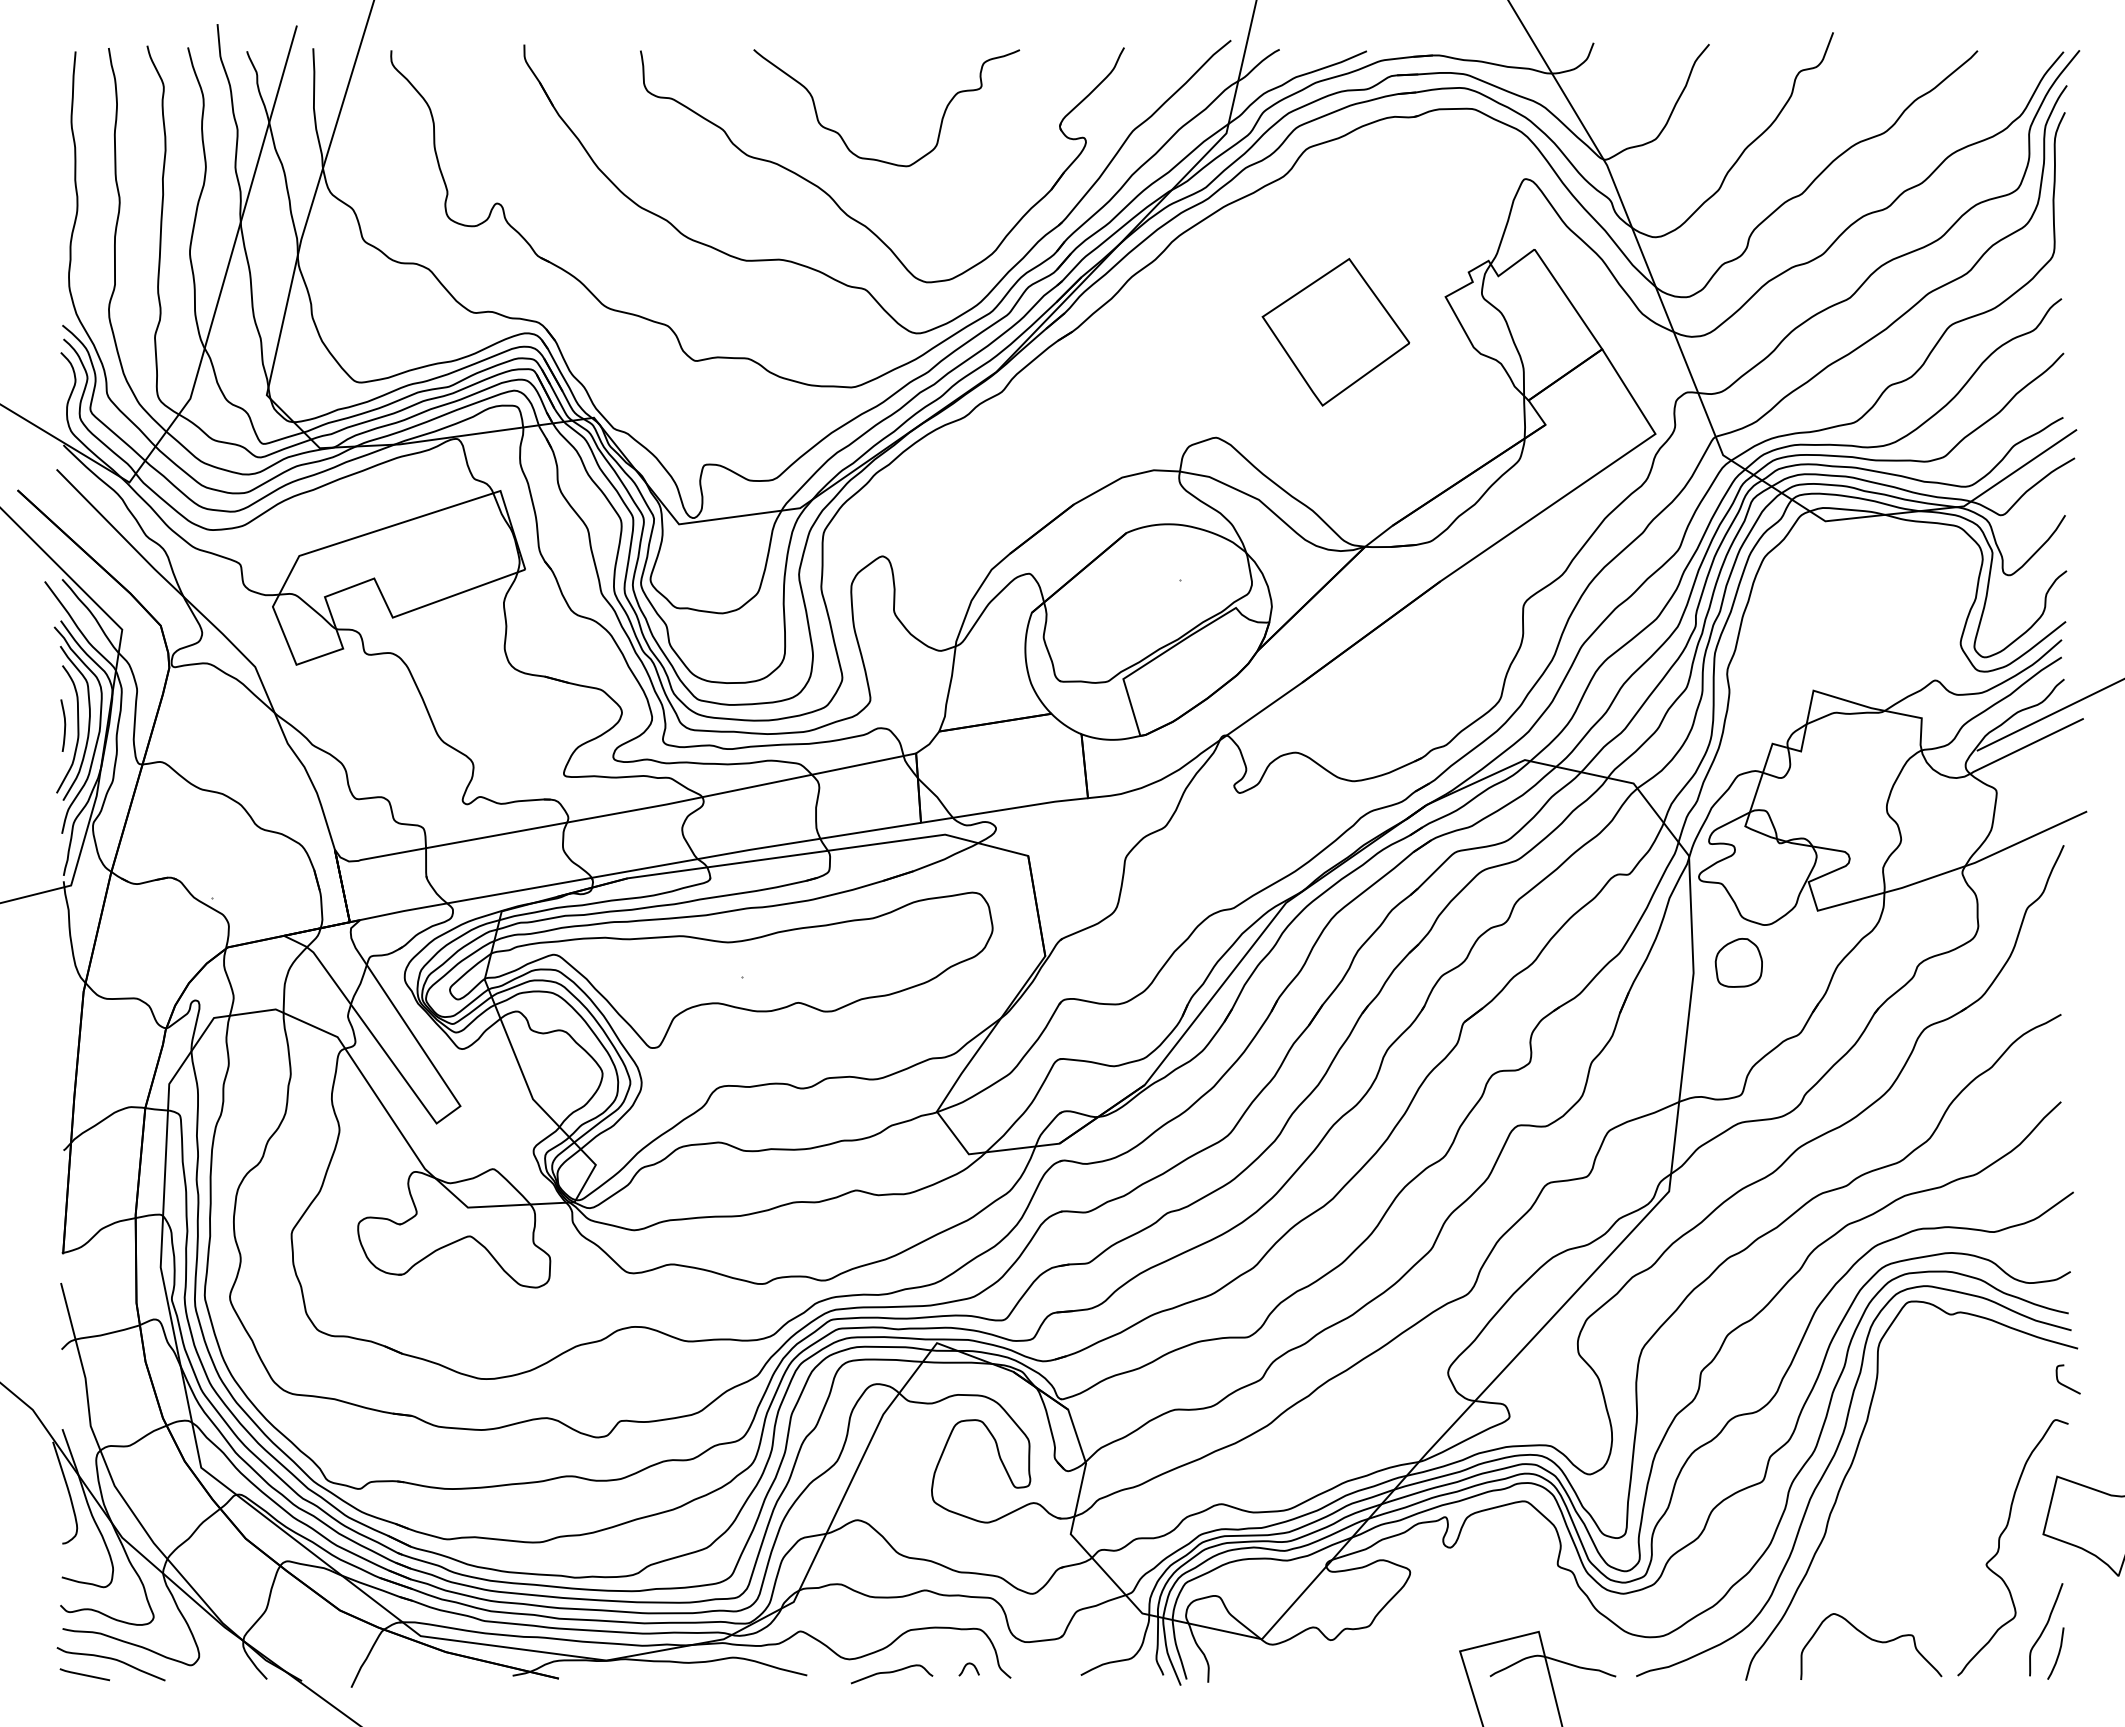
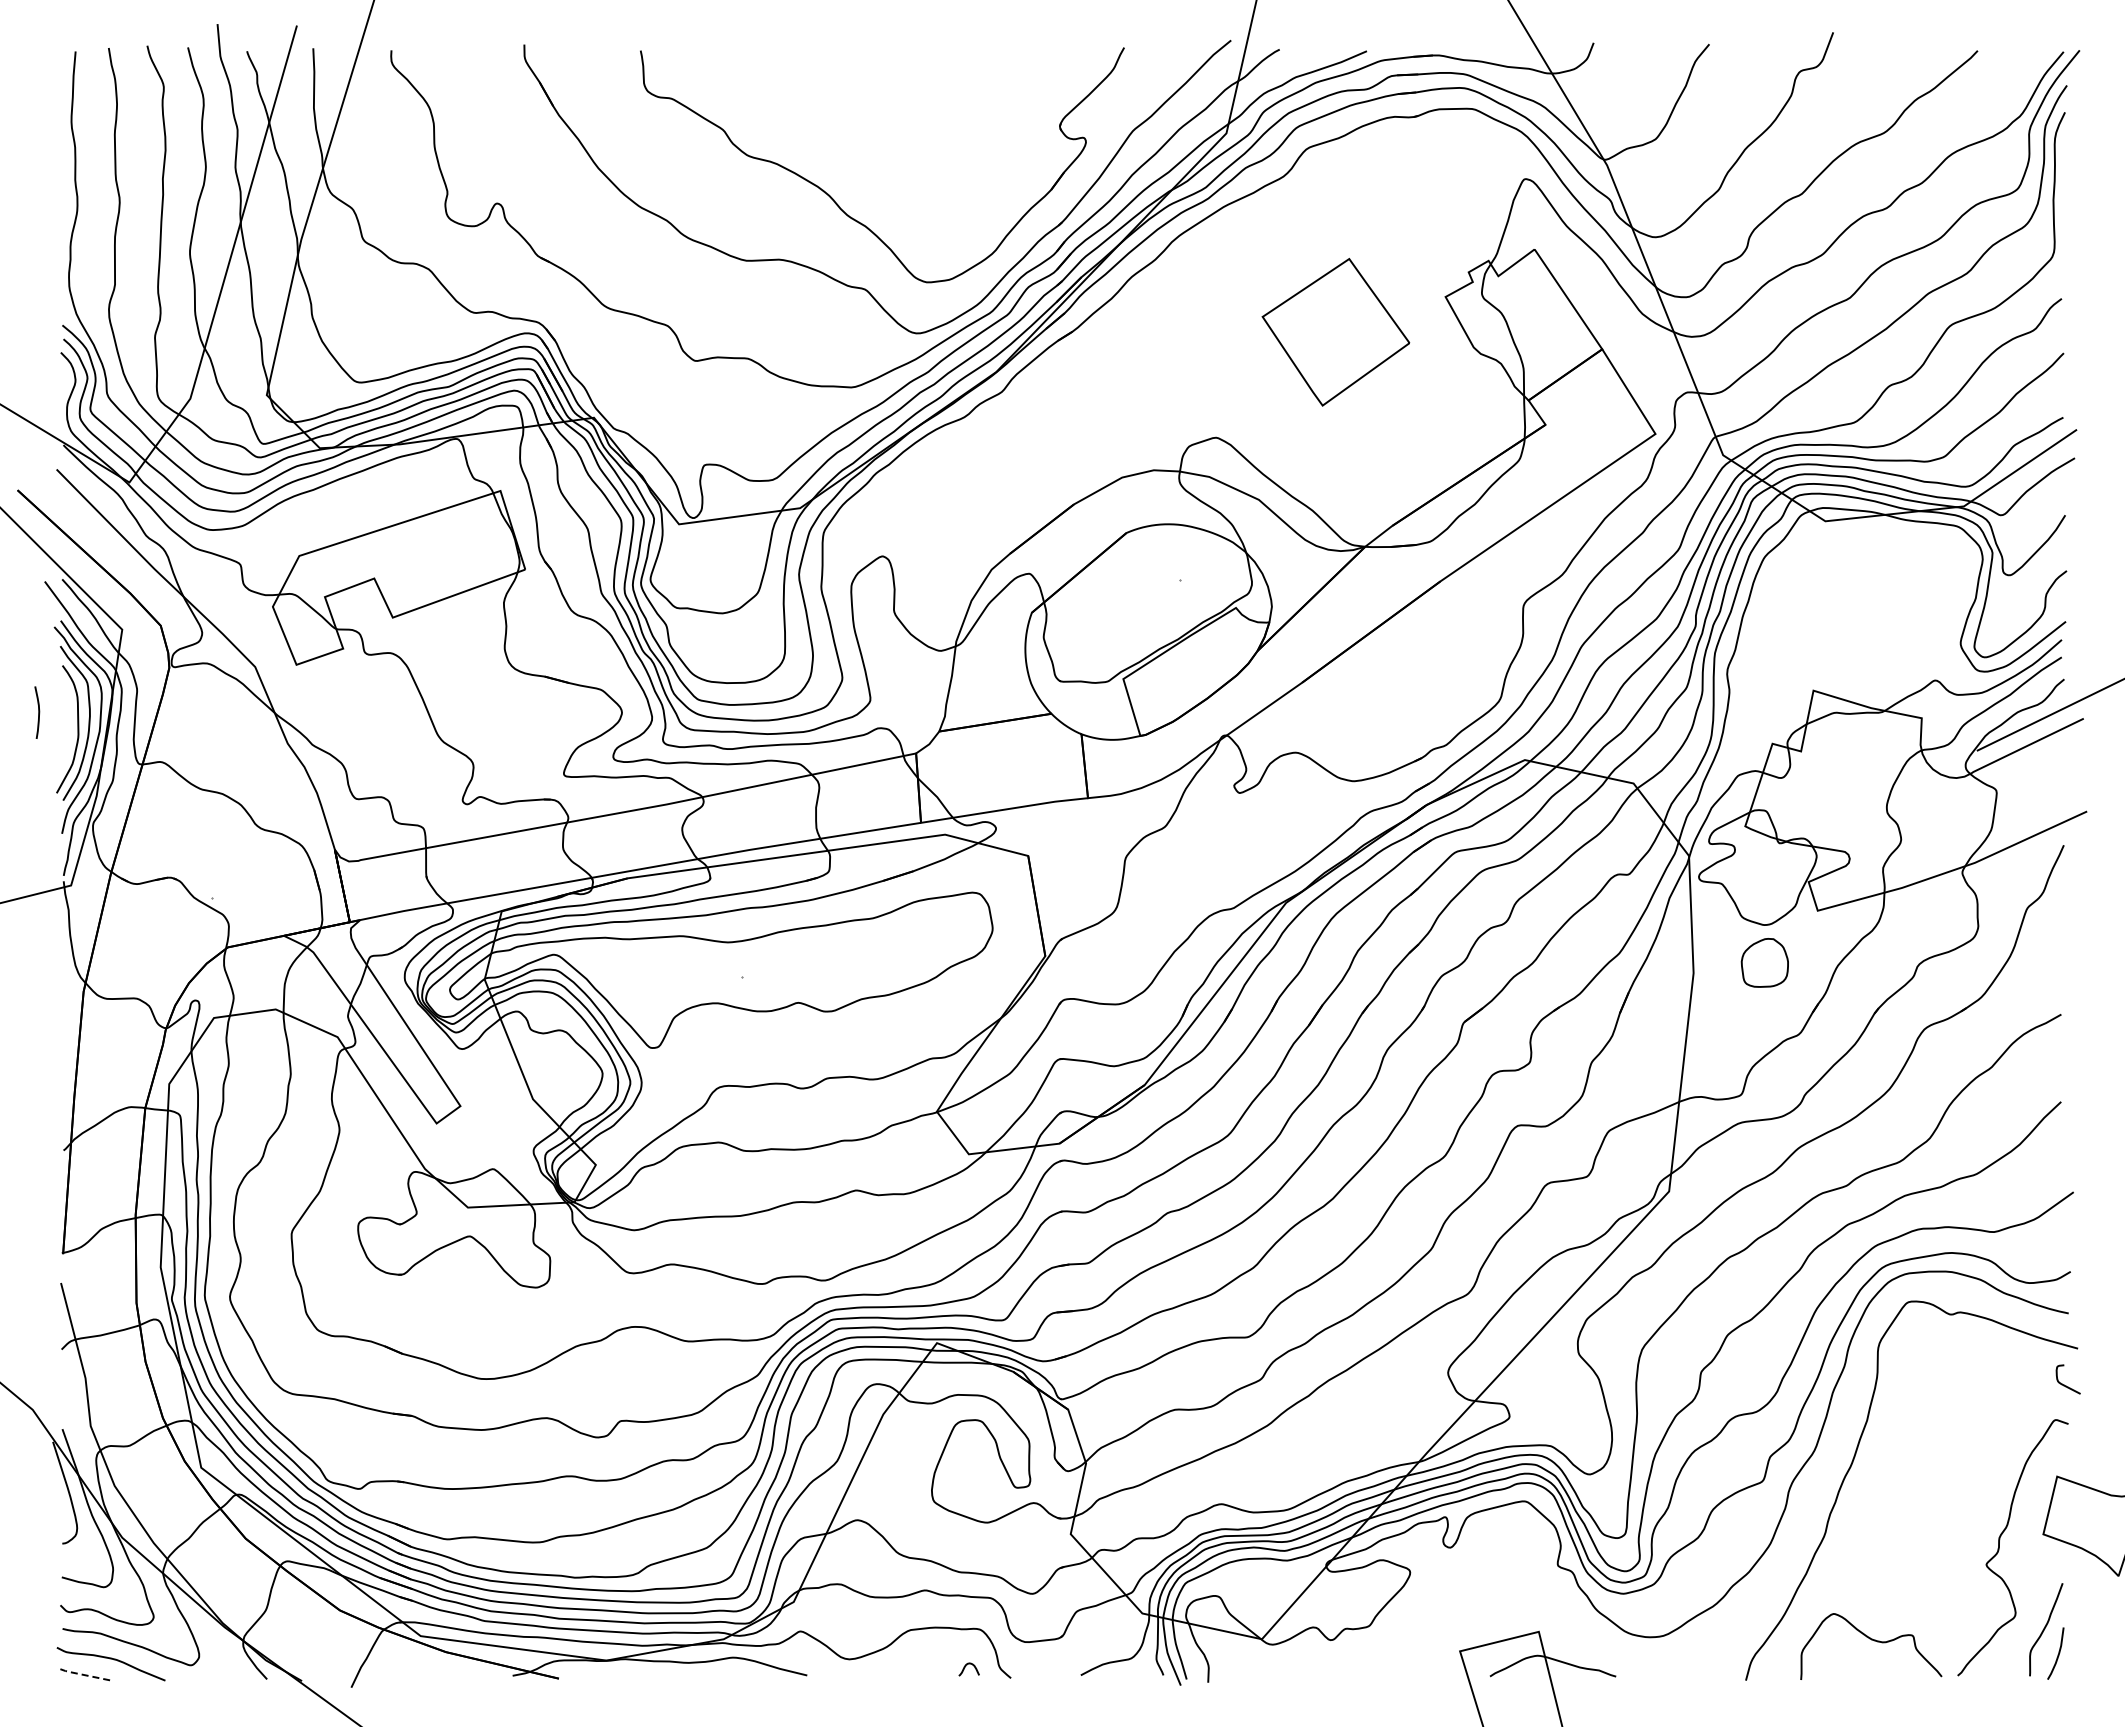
curve at (874, 158): present -> none
curve at (64, 725) position: (64, 725) -> (38, 712)
part at (1738, 962) position: (1738, 962) -> (1764, 962)
curve at (1829, 1466): present -> none
curve at (890, 1673): present -> none
line at (83, 1674): solid -> dashed
